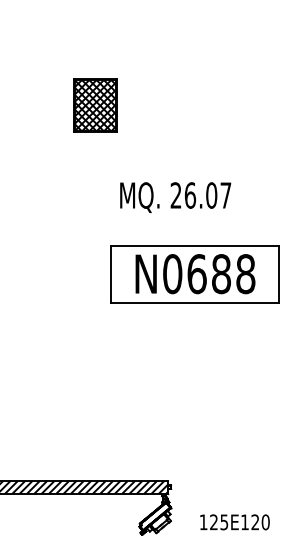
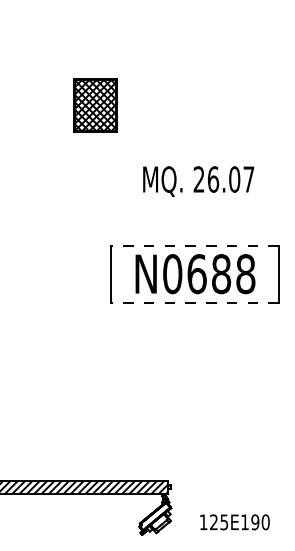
text at (175, 197) position: (175, 197) -> (198, 181)
line at (194, 245): solid -> dashed
line at (194, 302): solid -> dashed
text at (255, 522): 125E120 -> 125E190
